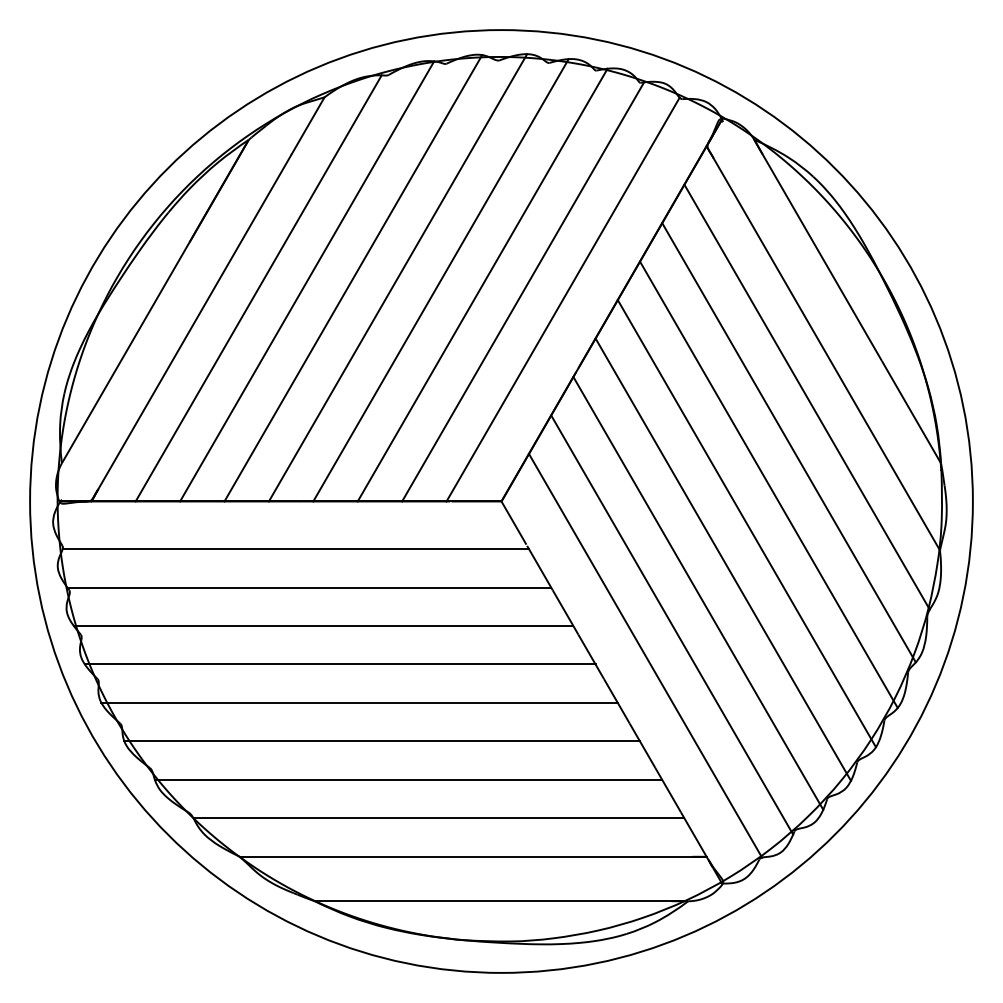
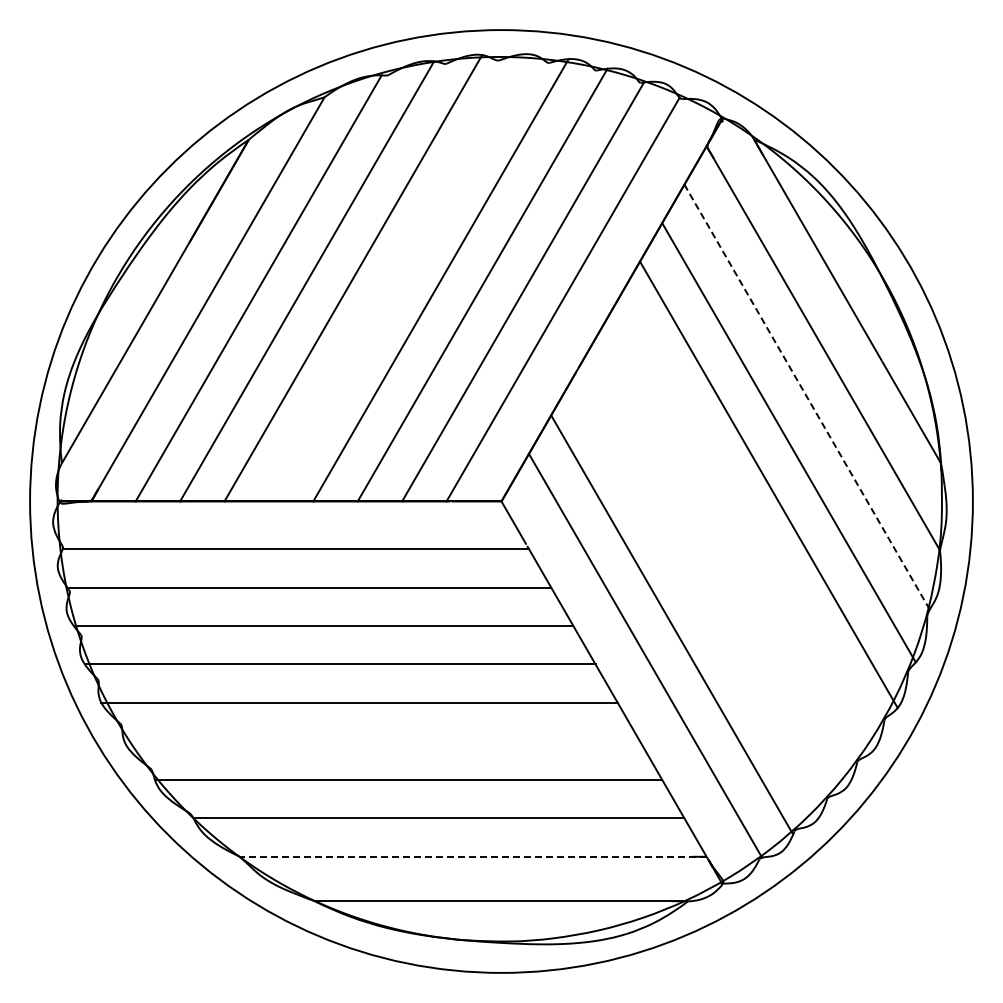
line at (397, 277): present -> none
line at (806, 396): solid -> dashed
line at (746, 523): present -> none
line at (723, 559): present -> none
line at (698, 592): present -> none
line at (382, 741): present -> none
line at (472, 856): solid -> dashed
